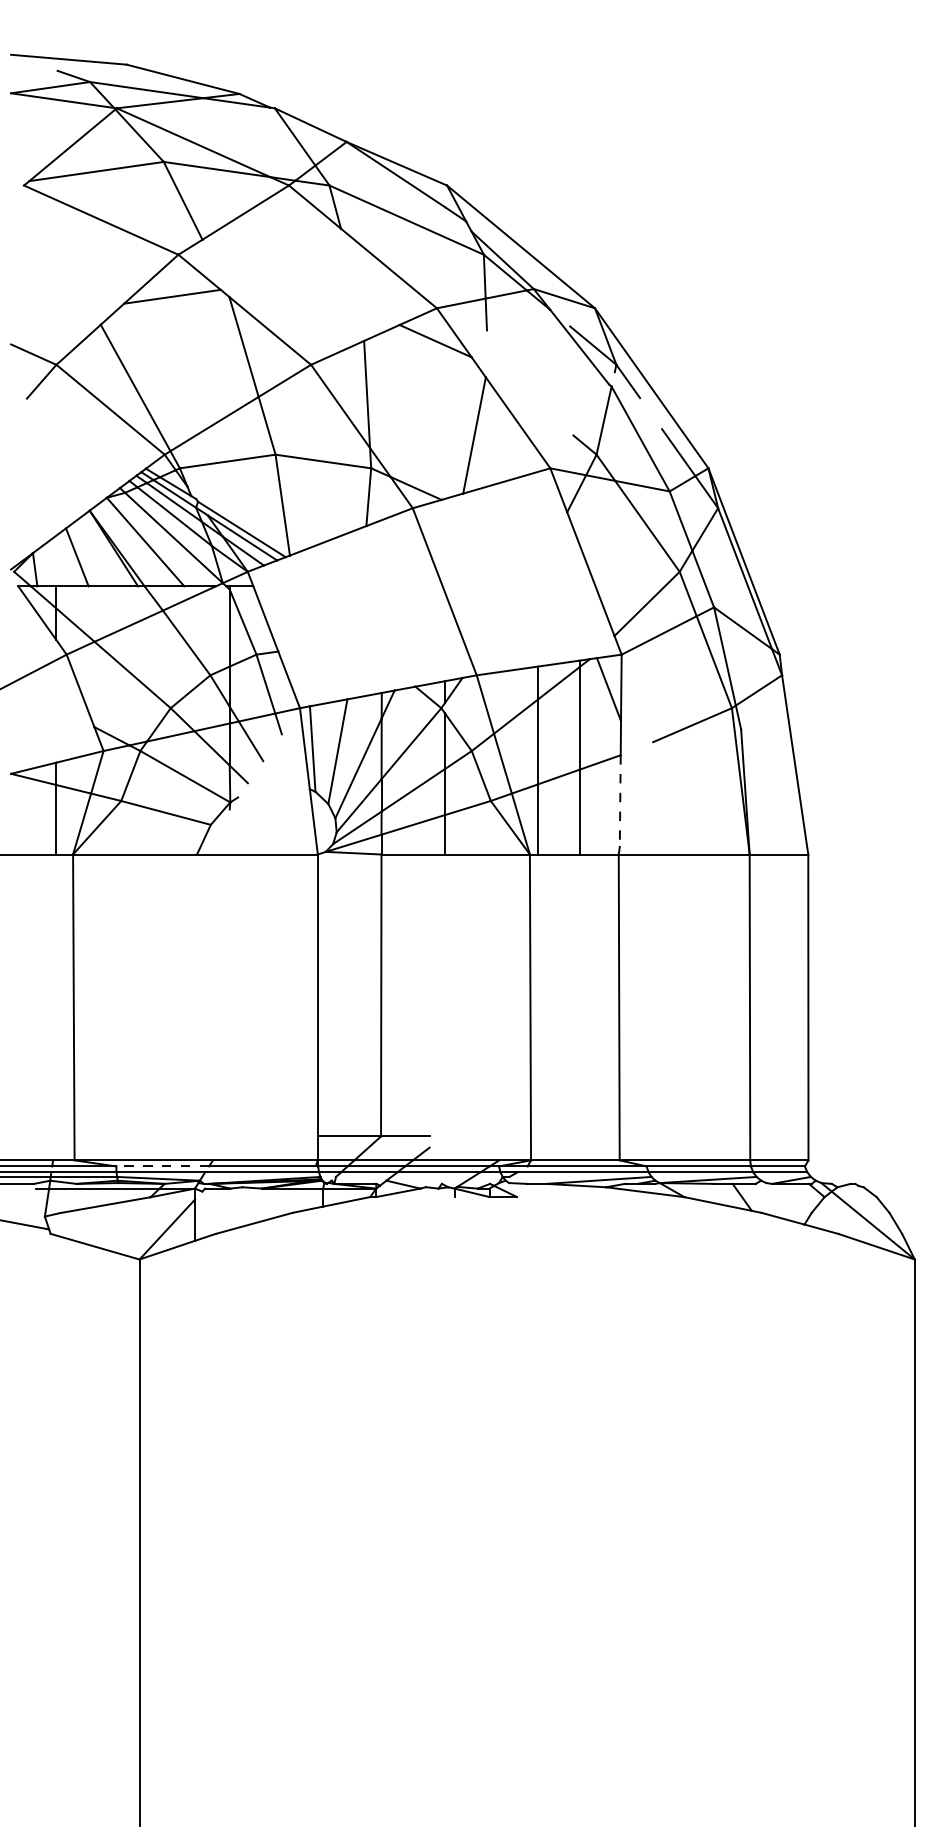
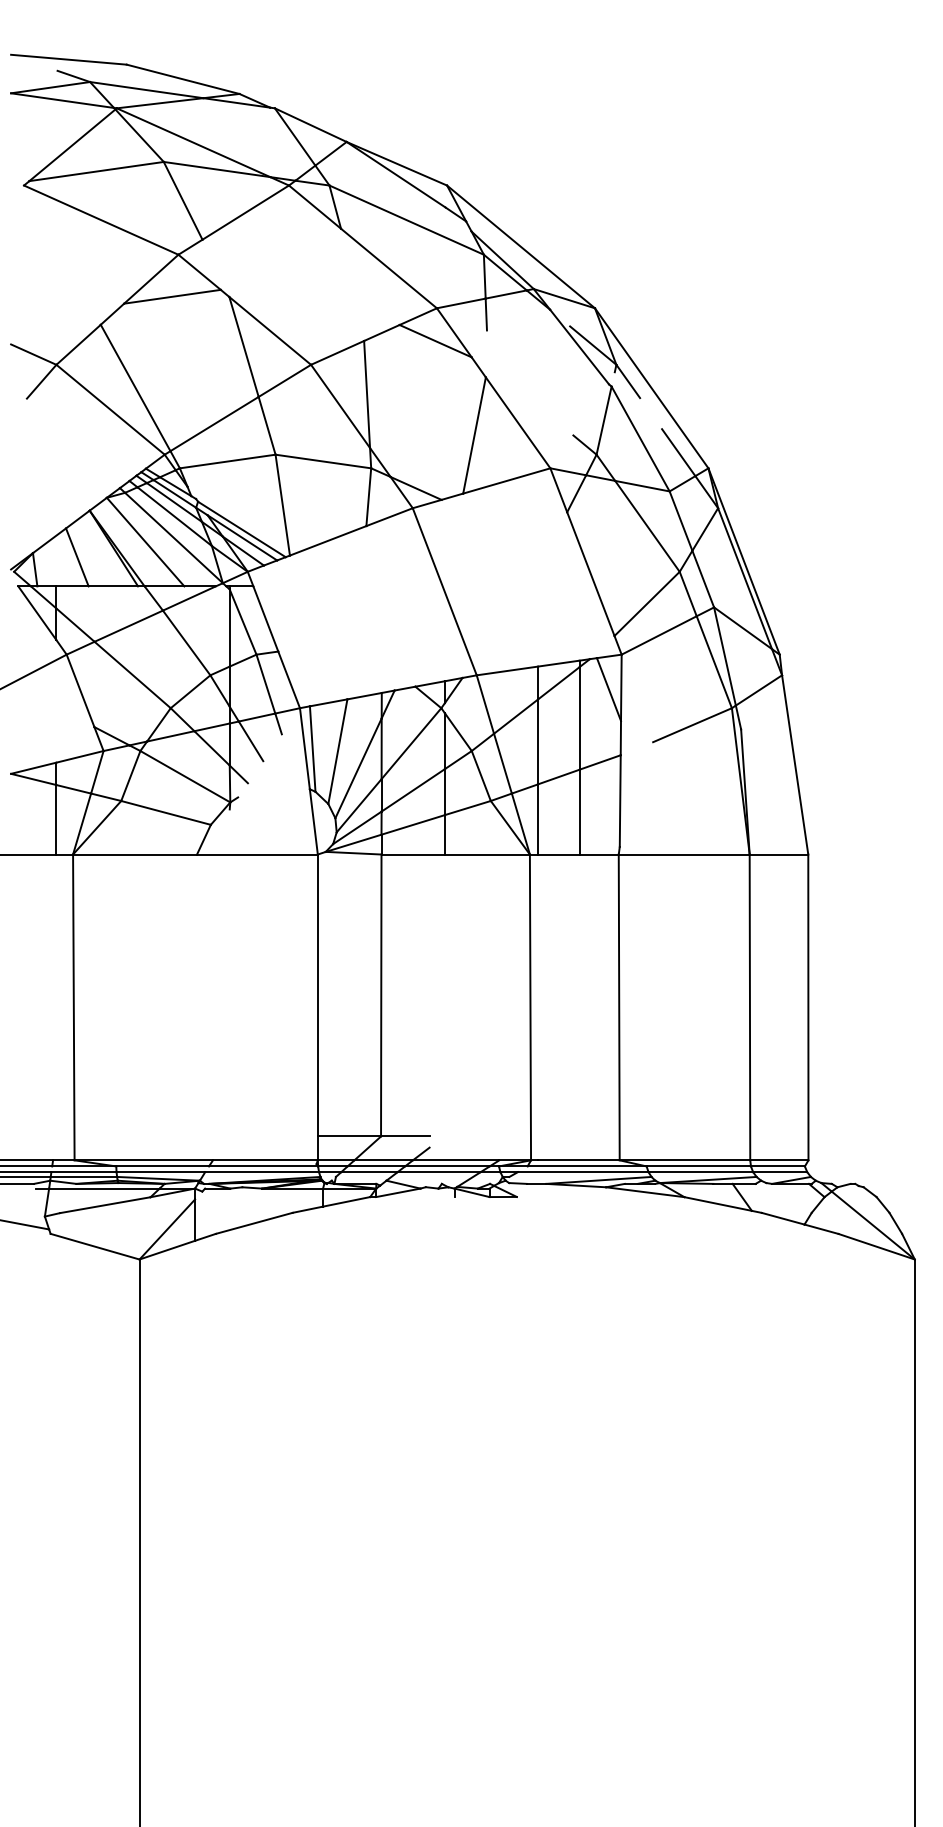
line at (620, 801): dashed -> solid
line at (162, 1166): dashed -> solid
